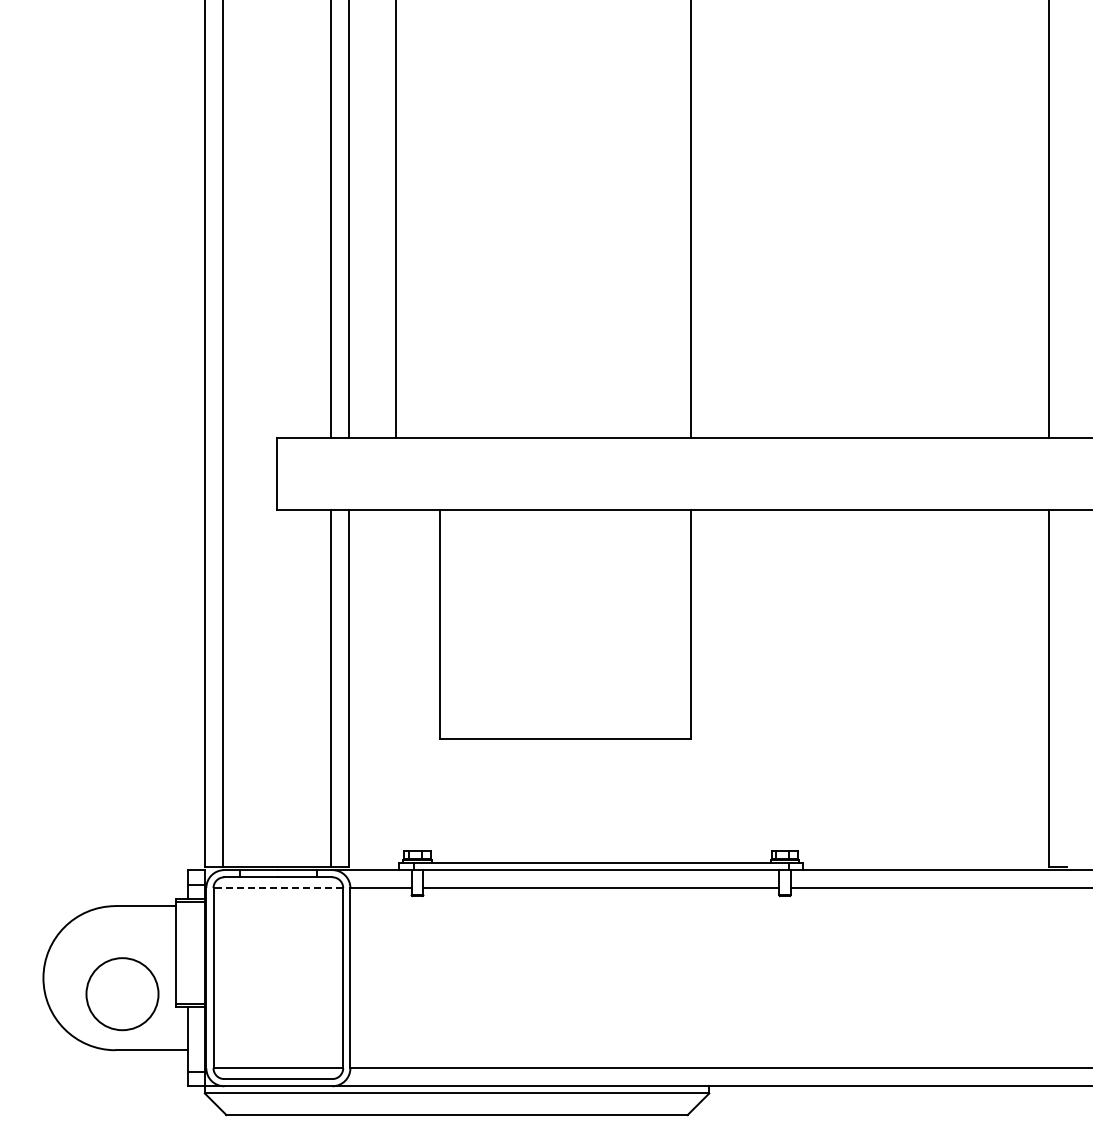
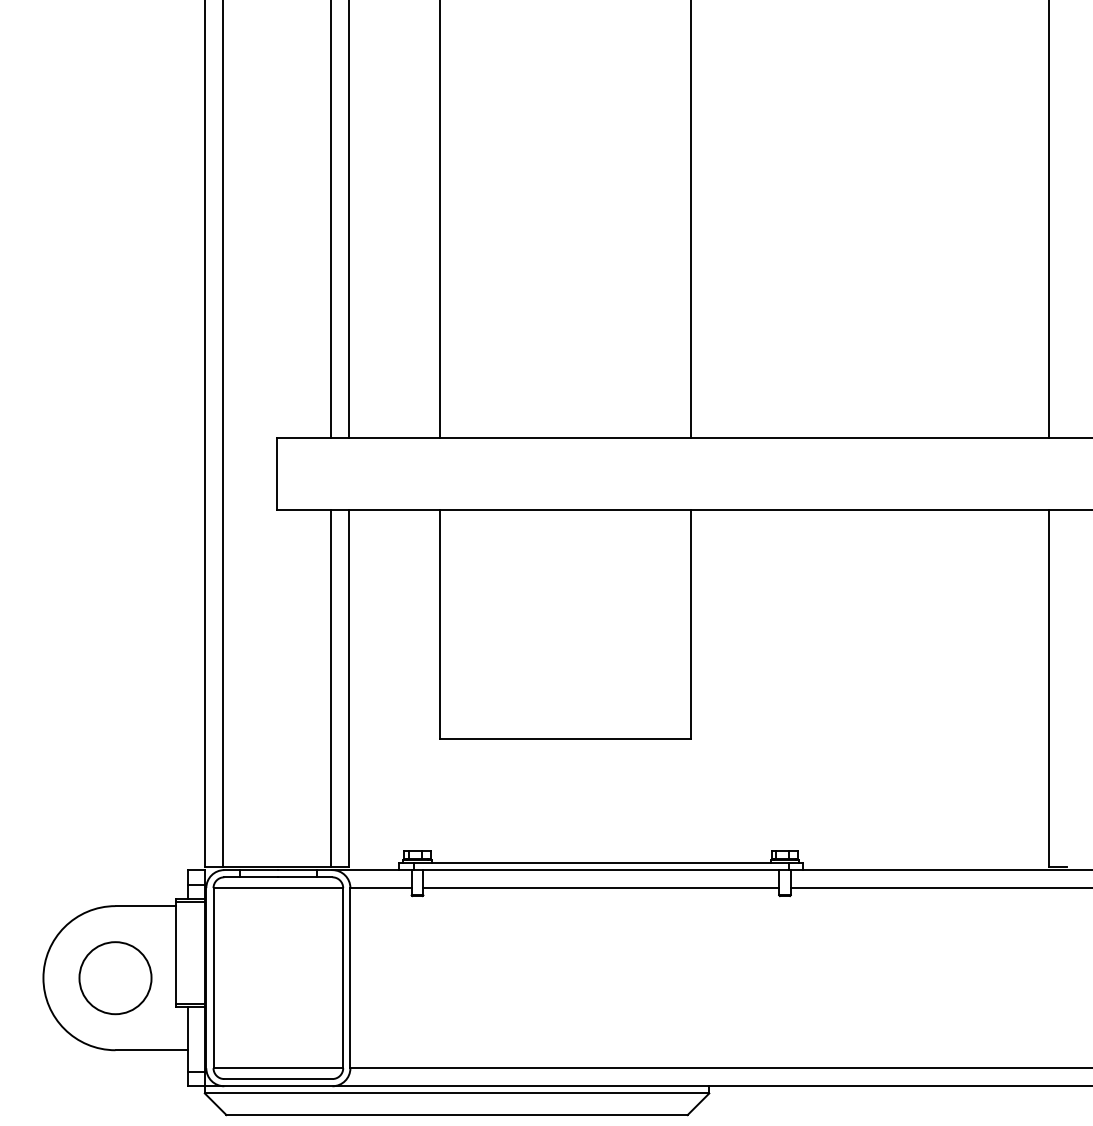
line at (395, 219) position: (395, 219) -> (439, 219)
line at (278, 888): dashed -> solid
circle at (122, 994) position: (122, 994) -> (115, 978)
